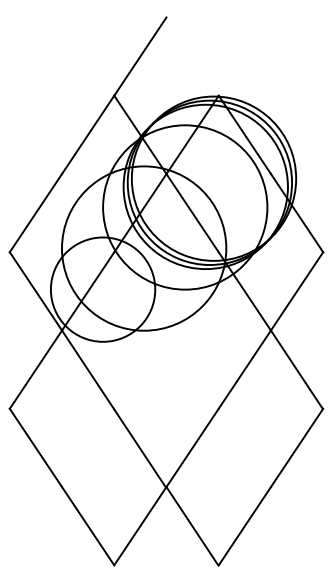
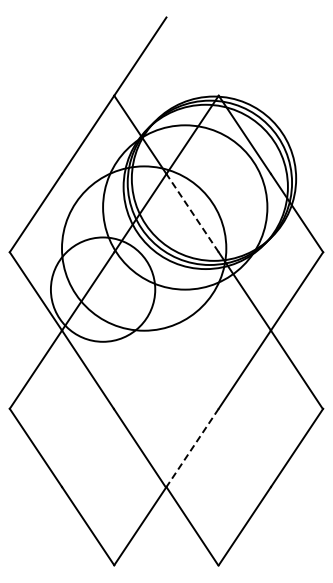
line at (192, 212): solid -> dashed
line at (192, 448): solid -> dashed
